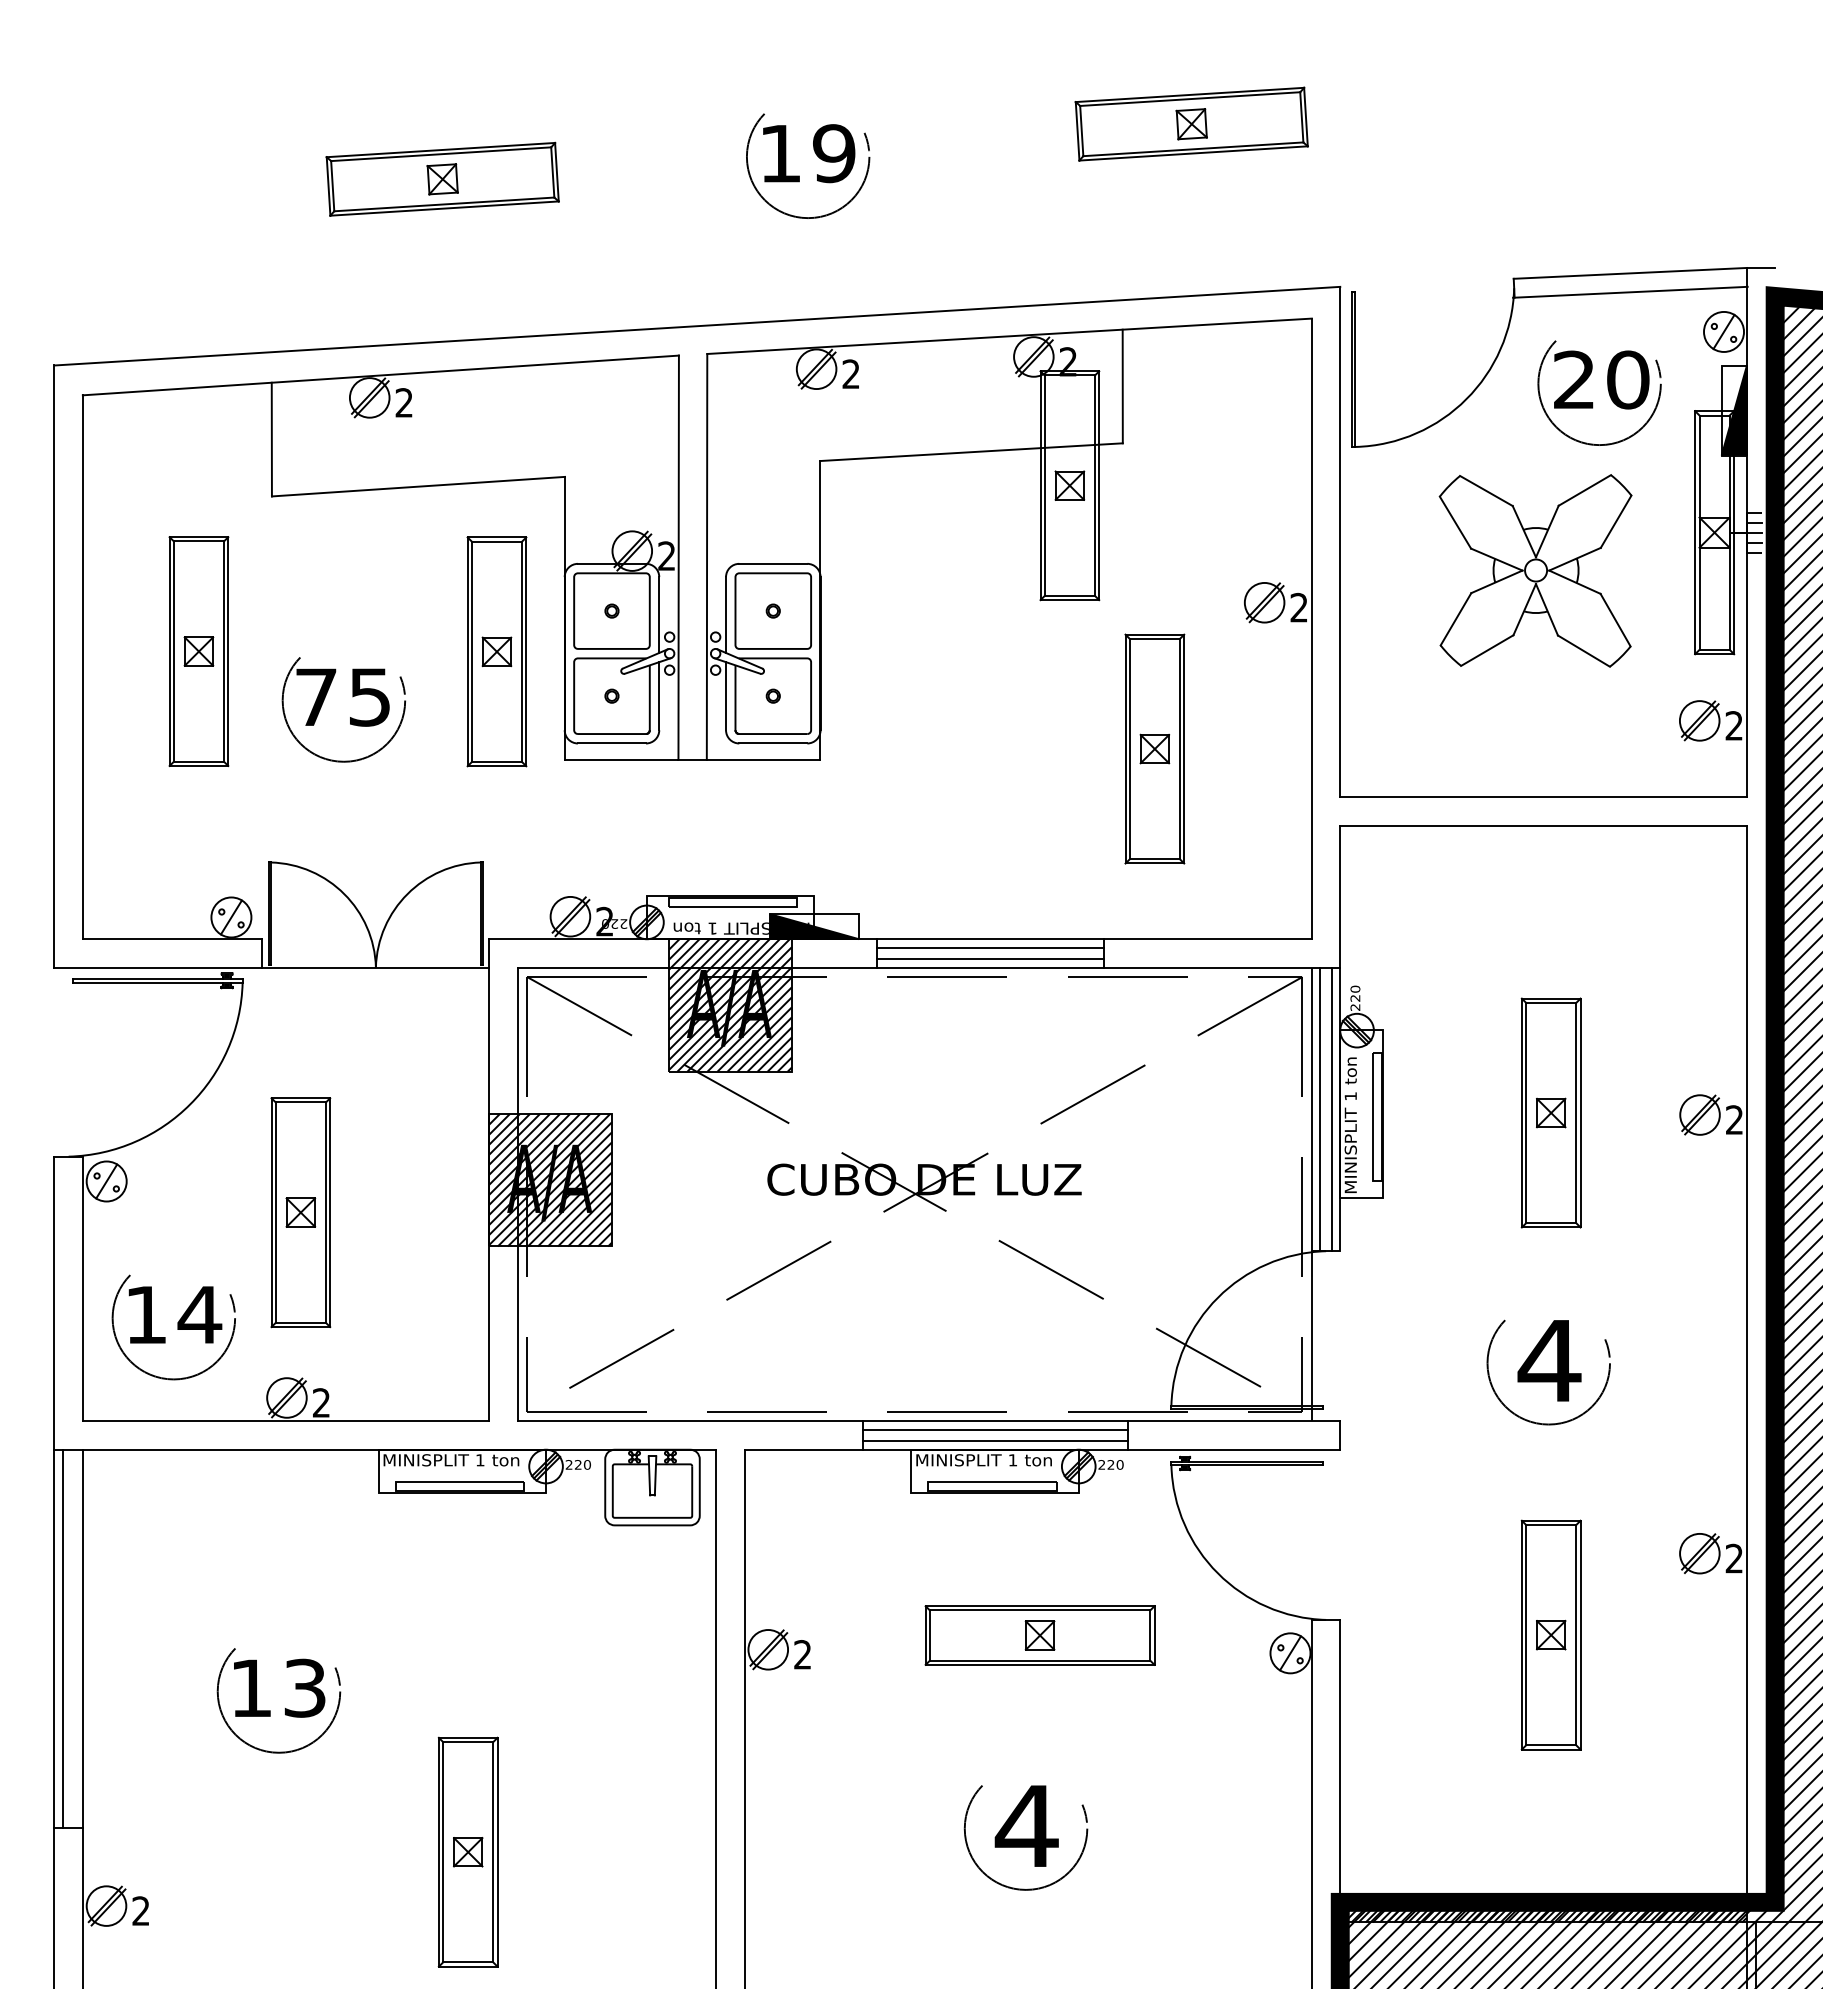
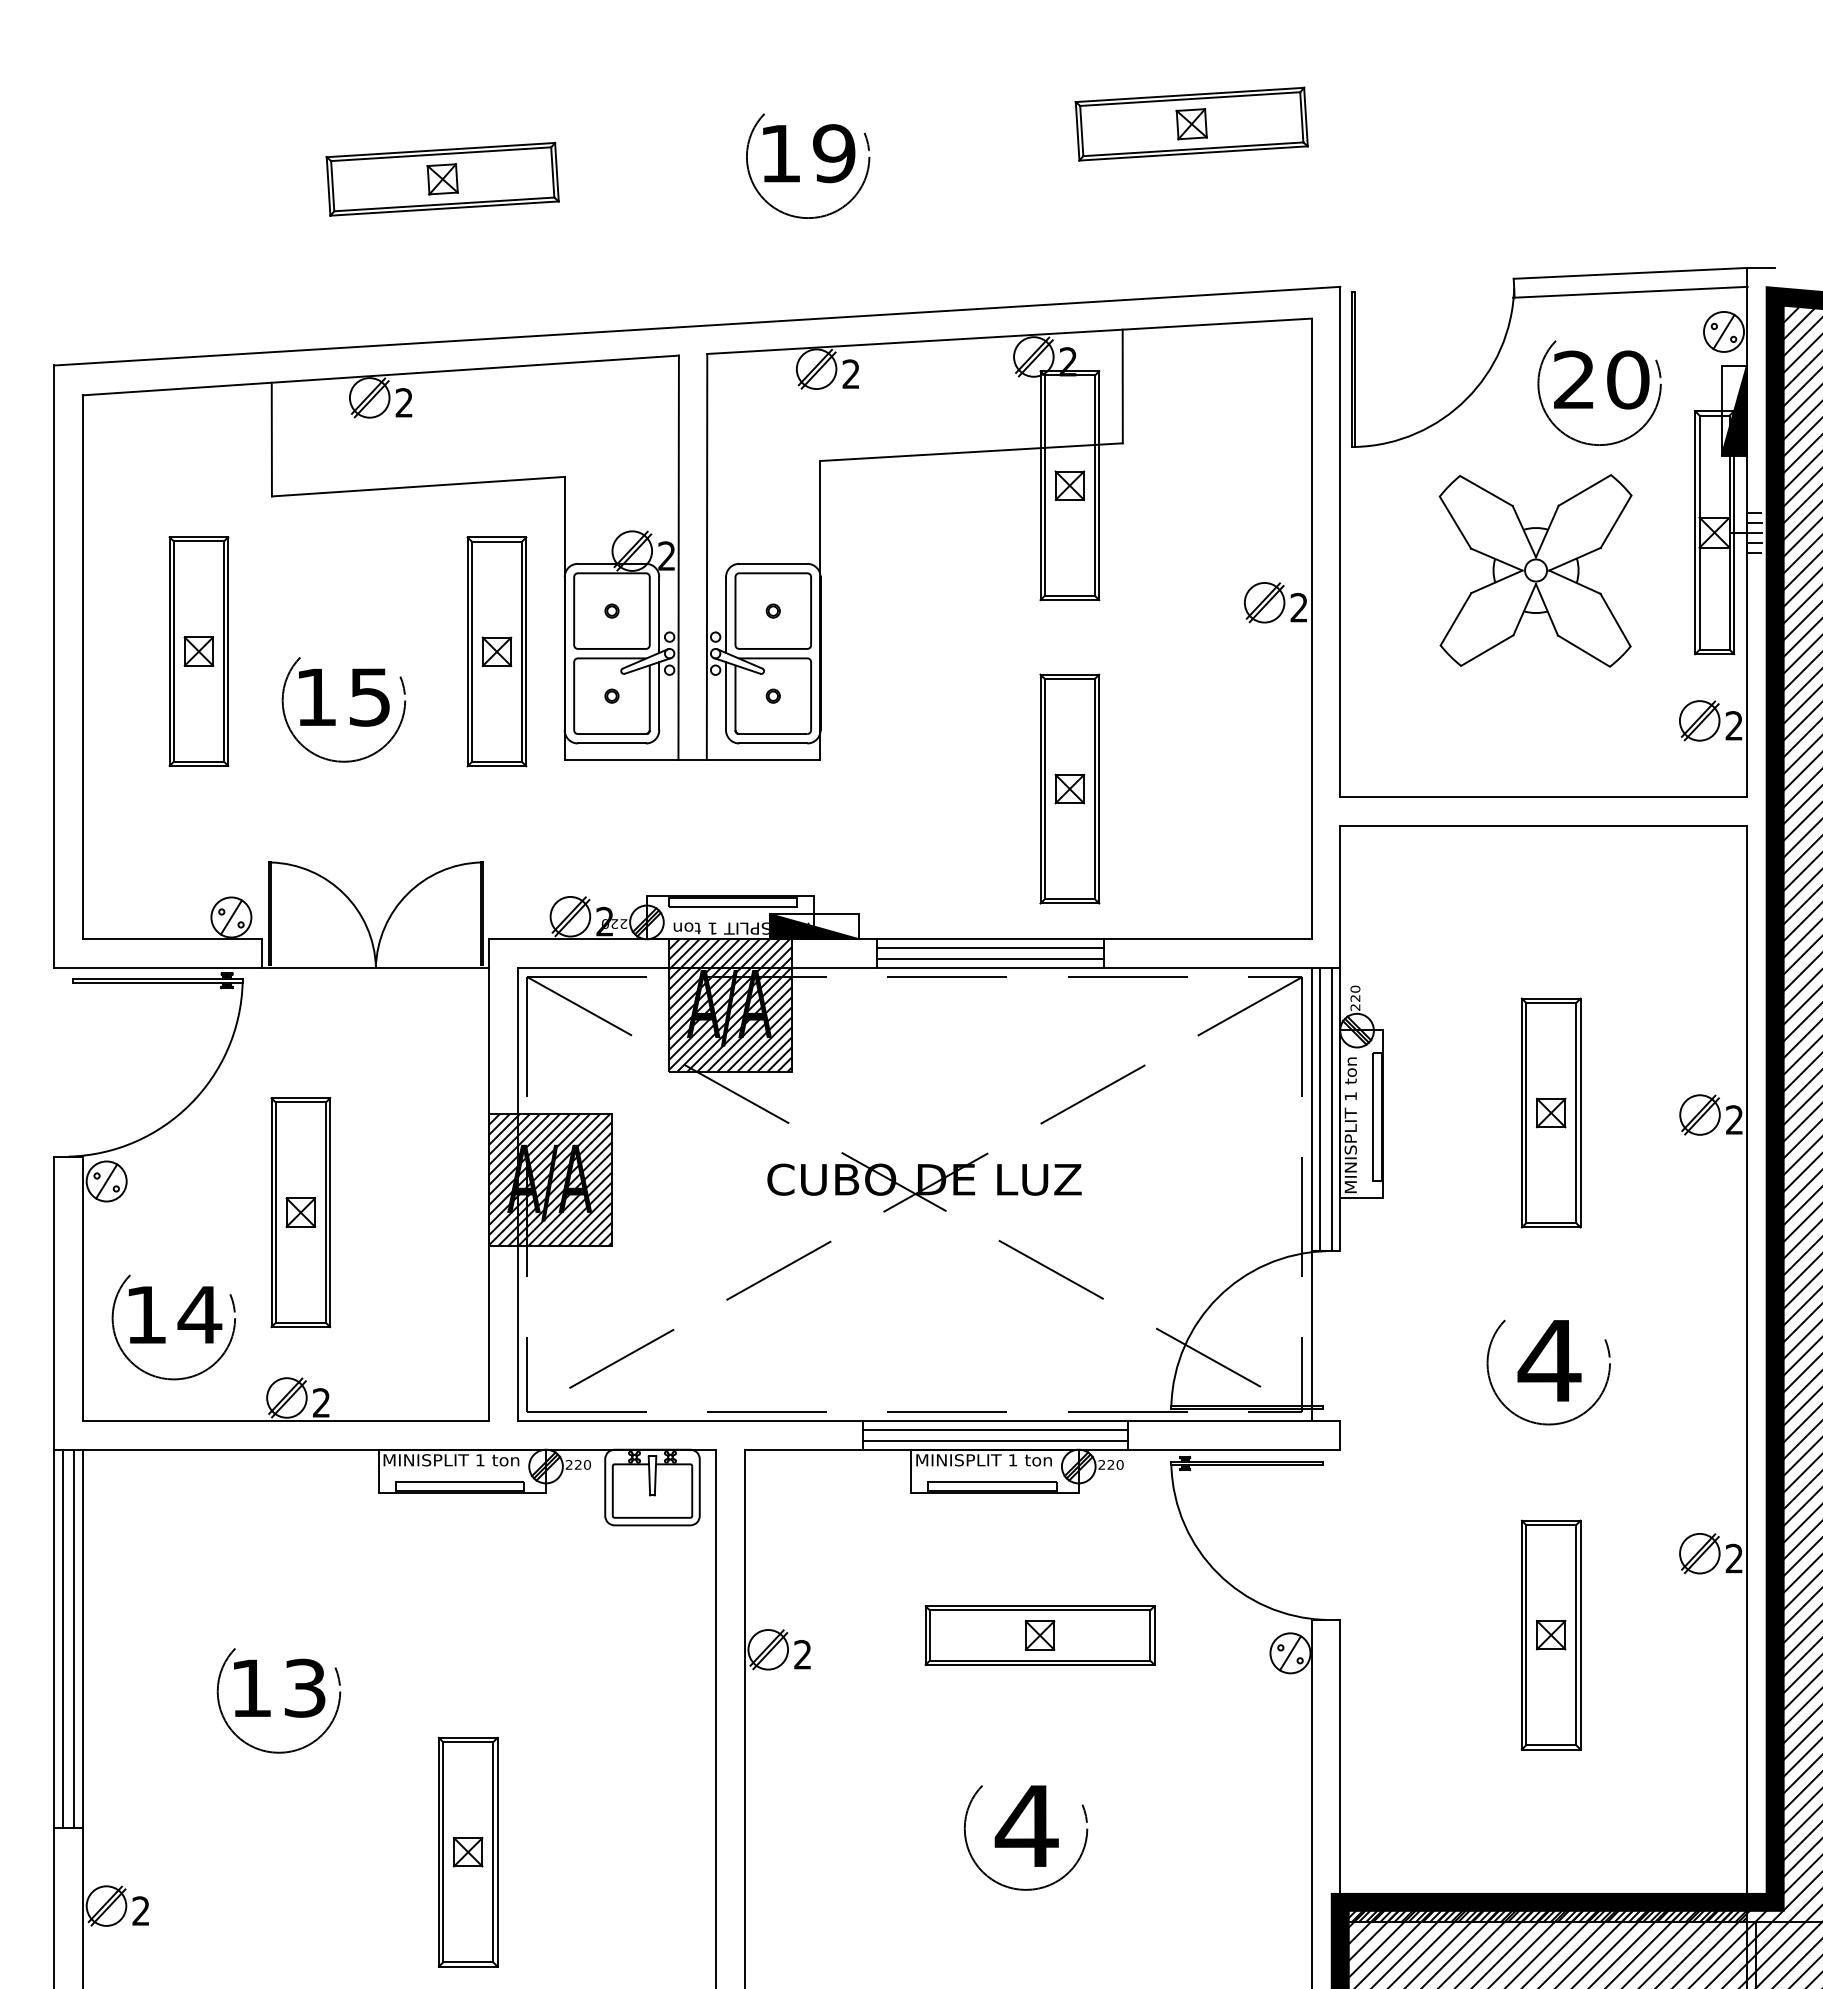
text at (316, 696): 75 -> 15
part at (1154, 748) position: (1154, 748) -> (1069, 788)
line at (74, 1638): none -> present
